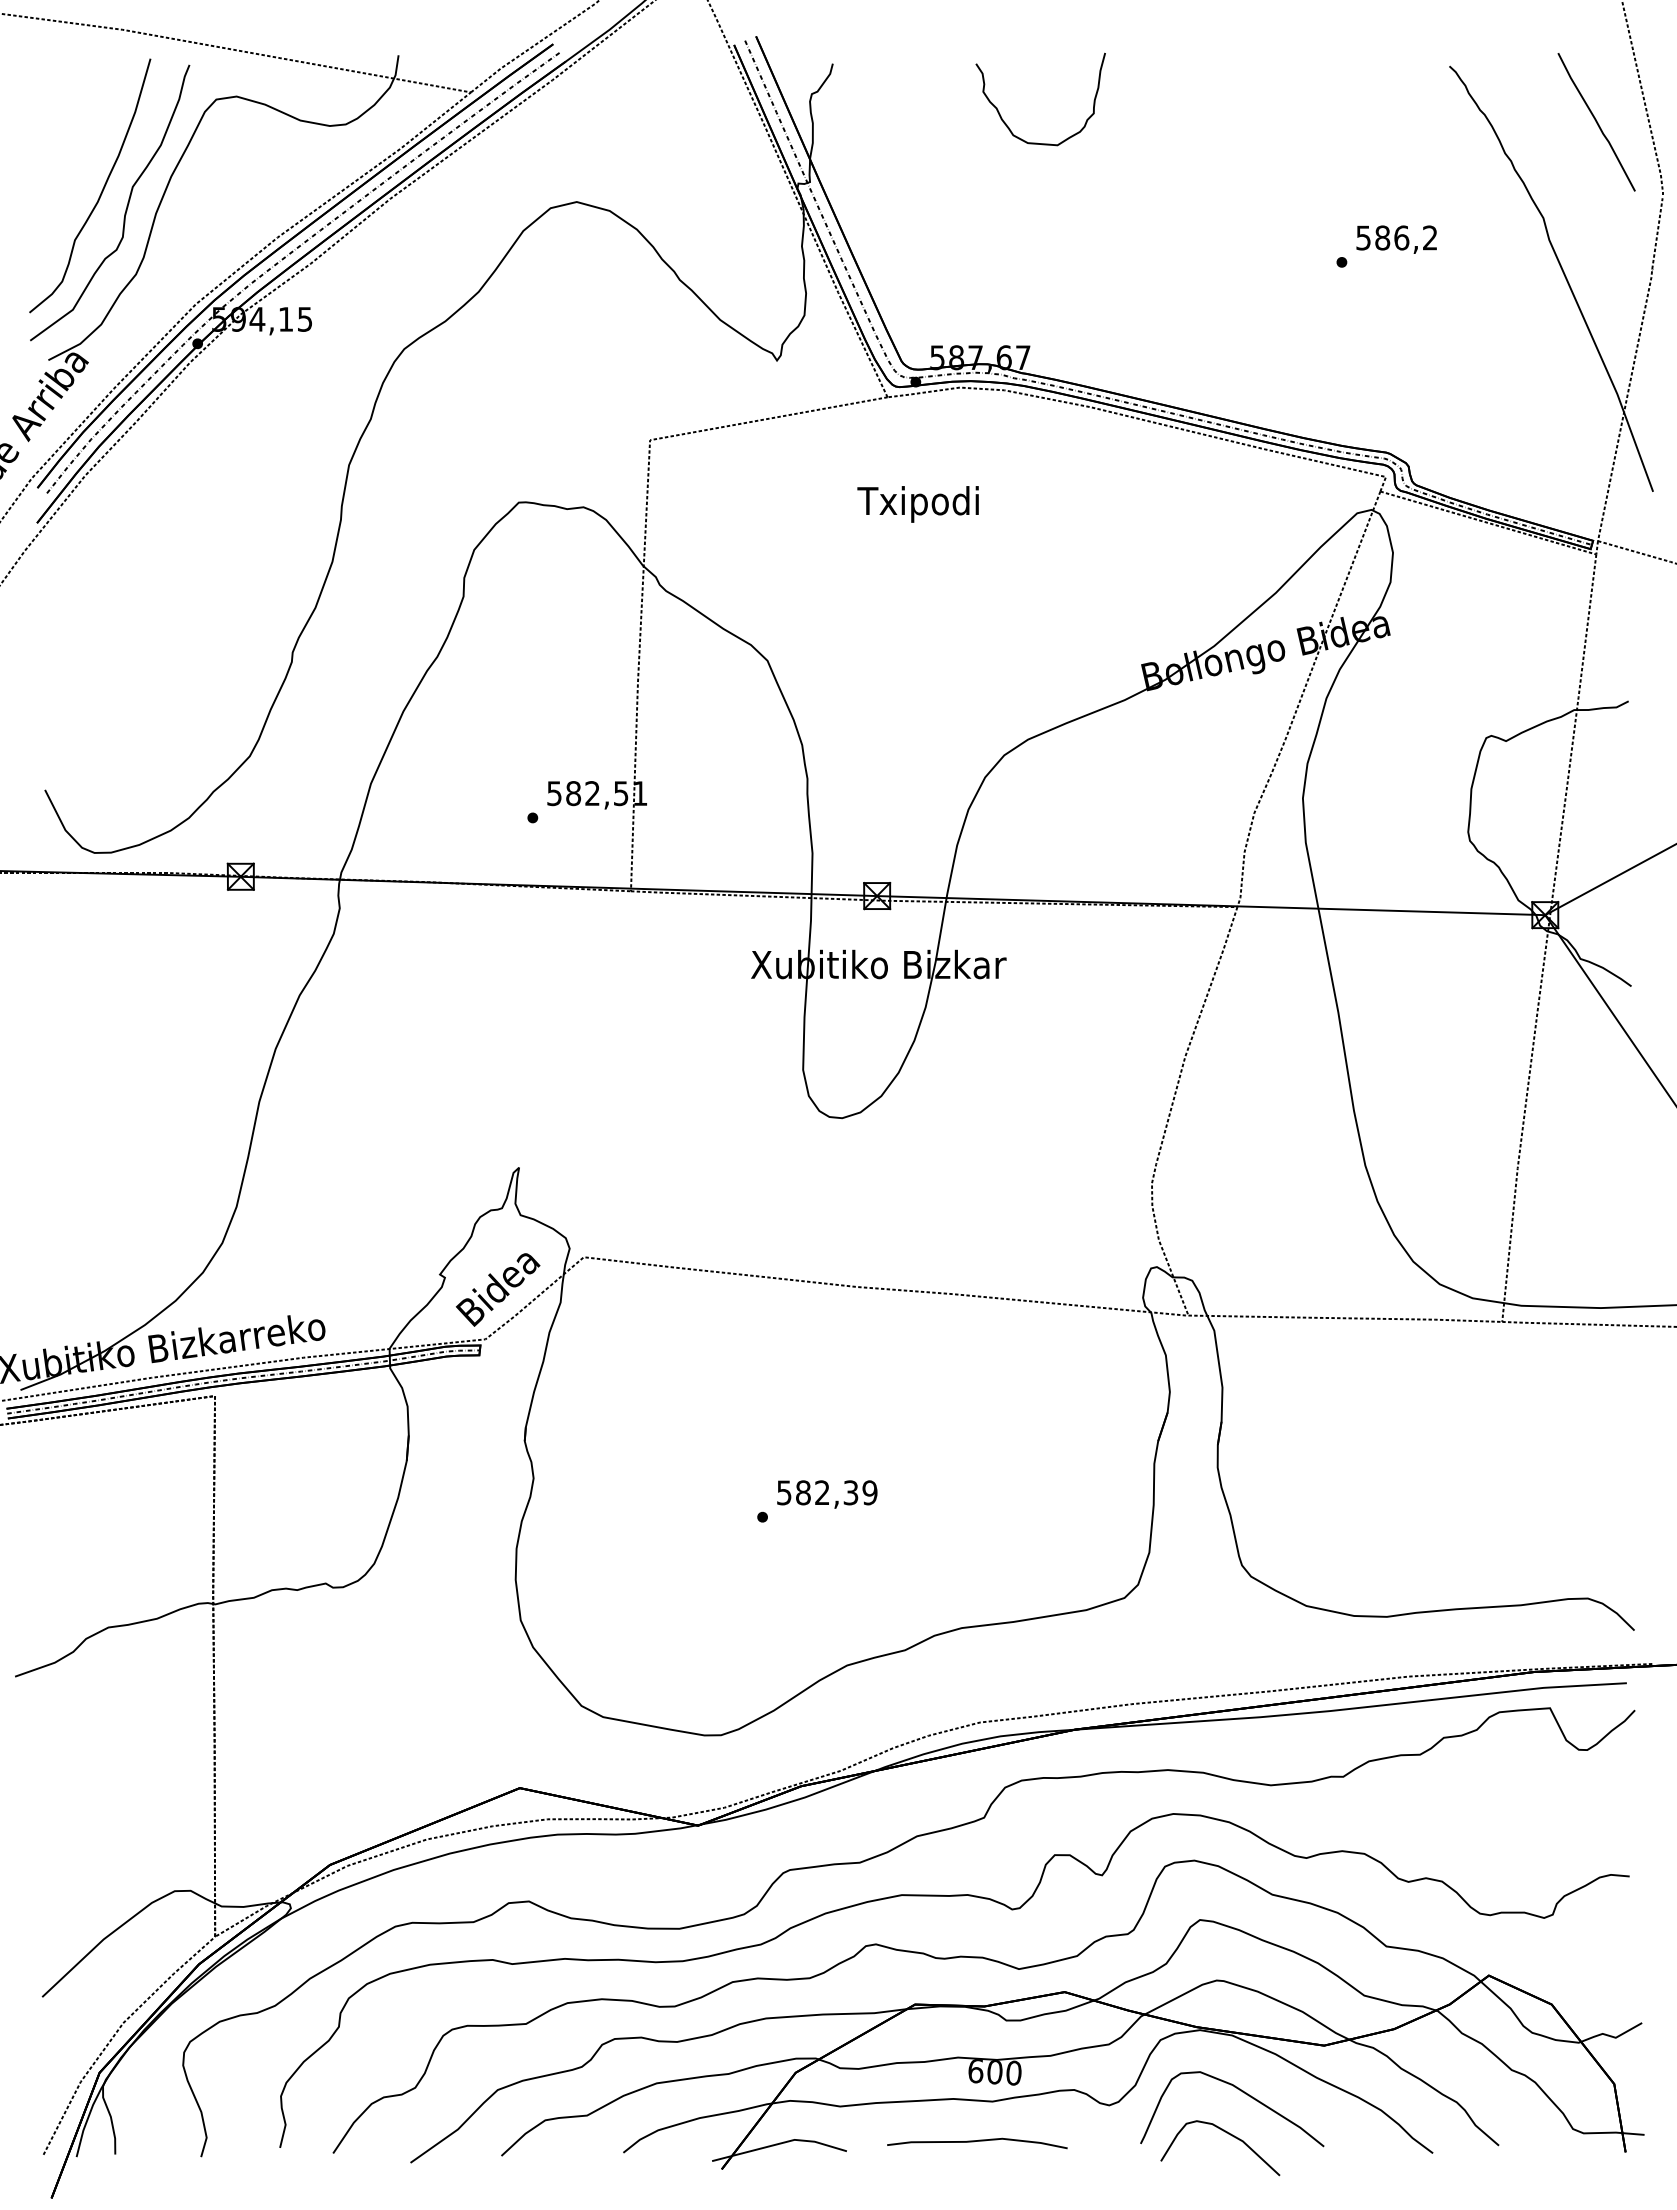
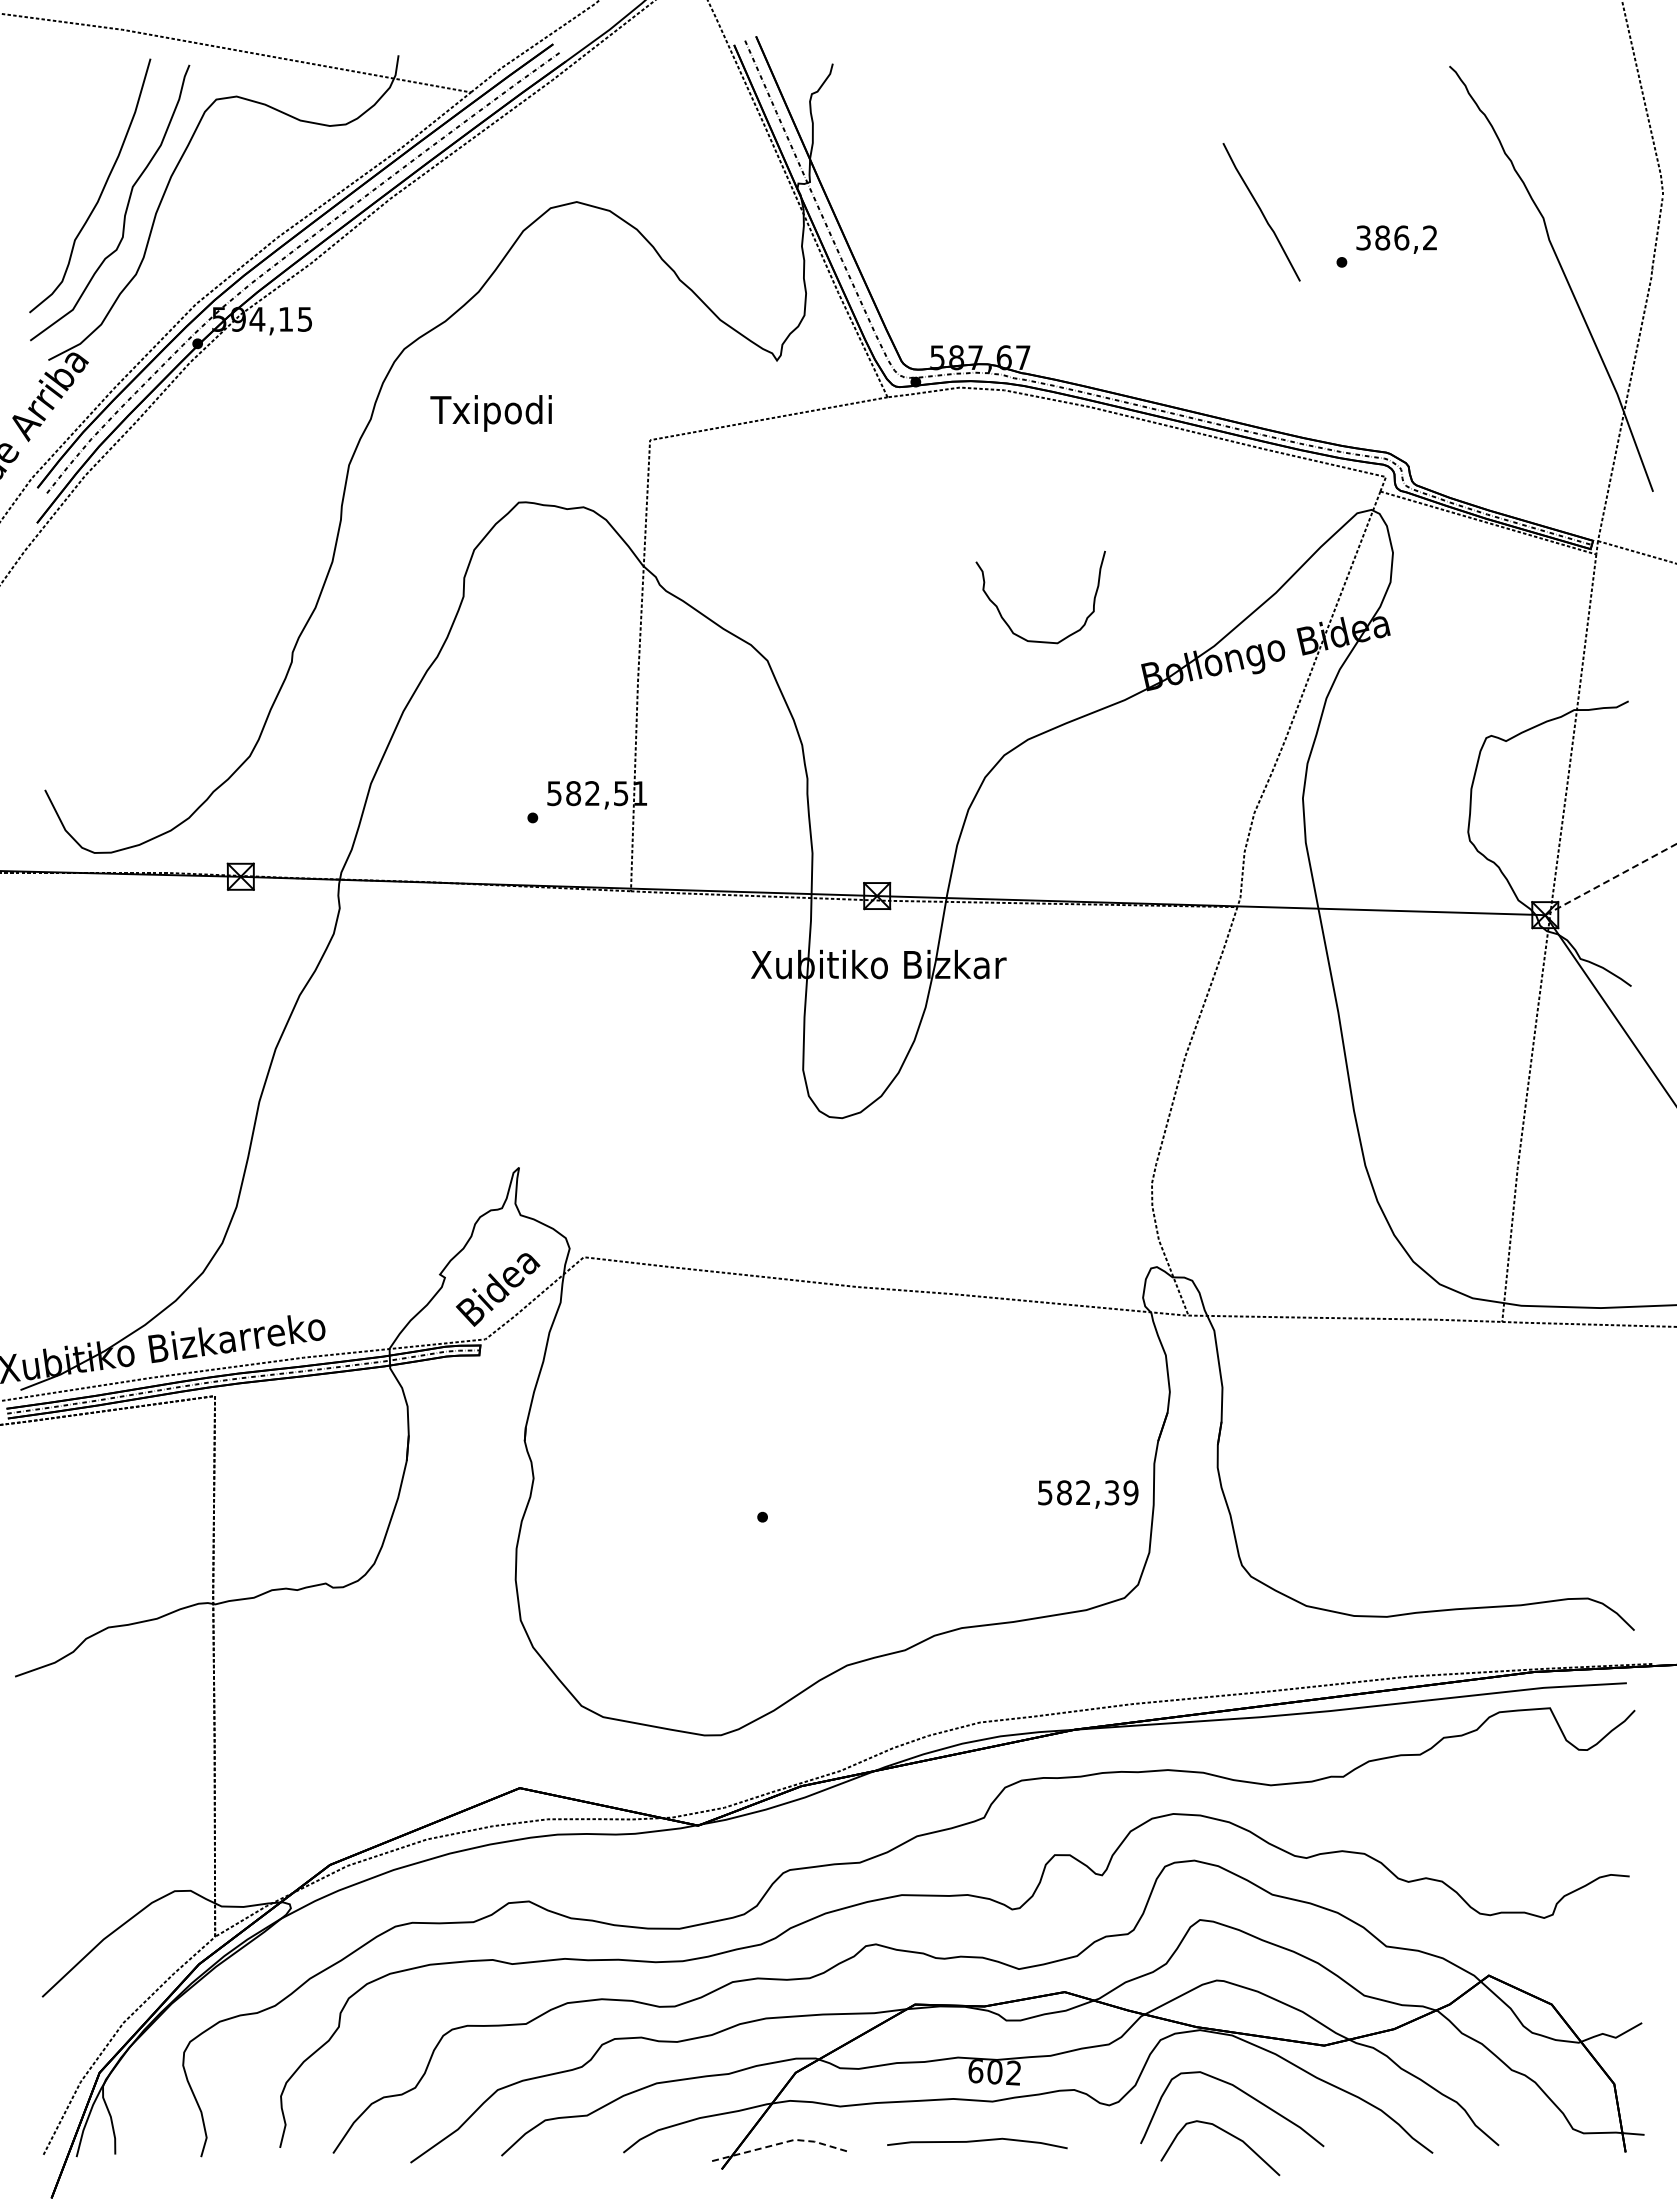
curve at (1596, 122) position: (1596, 122) -> (1261, 212)
curve at (1006, 123) position: (1006, 123) -> (1006, 621)
text at (1363, 237): 586,2 -> 386,2
text at (917, 504) position: (917, 504) -> (490, 413)
line at (1611, 879): solid -> dashed
text at (827, 1494) position: (827, 1494) -> (1088, 1494)
text at (1013, 2072): 600 -> 602
line at (780, 2143): solid -> dashed
